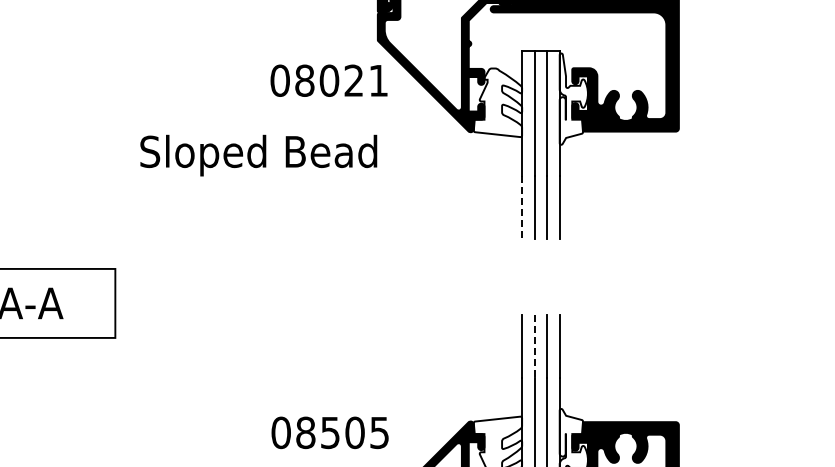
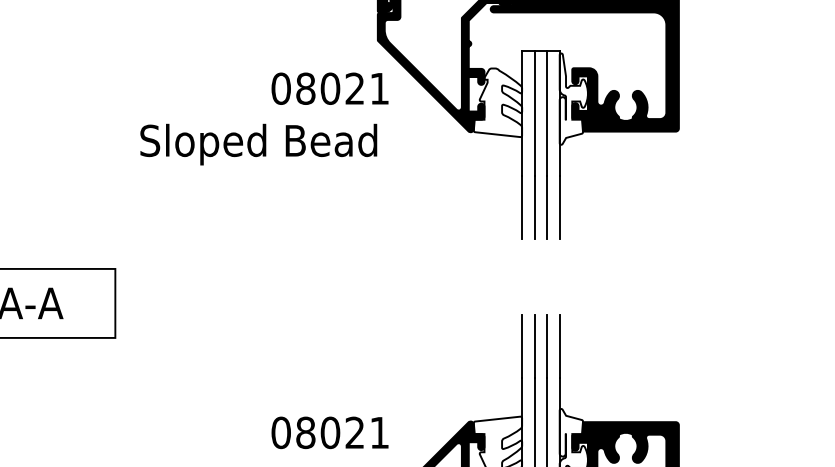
text at (328, 80) position: (328, 80) -> (329, 88)
text at (258, 155) position: (258, 155) -> (258, 144)
line at (522, 208): dashed -> solid
line at (534, 346): dashed -> solid
text at (354, 432): 08505 -> 08021
